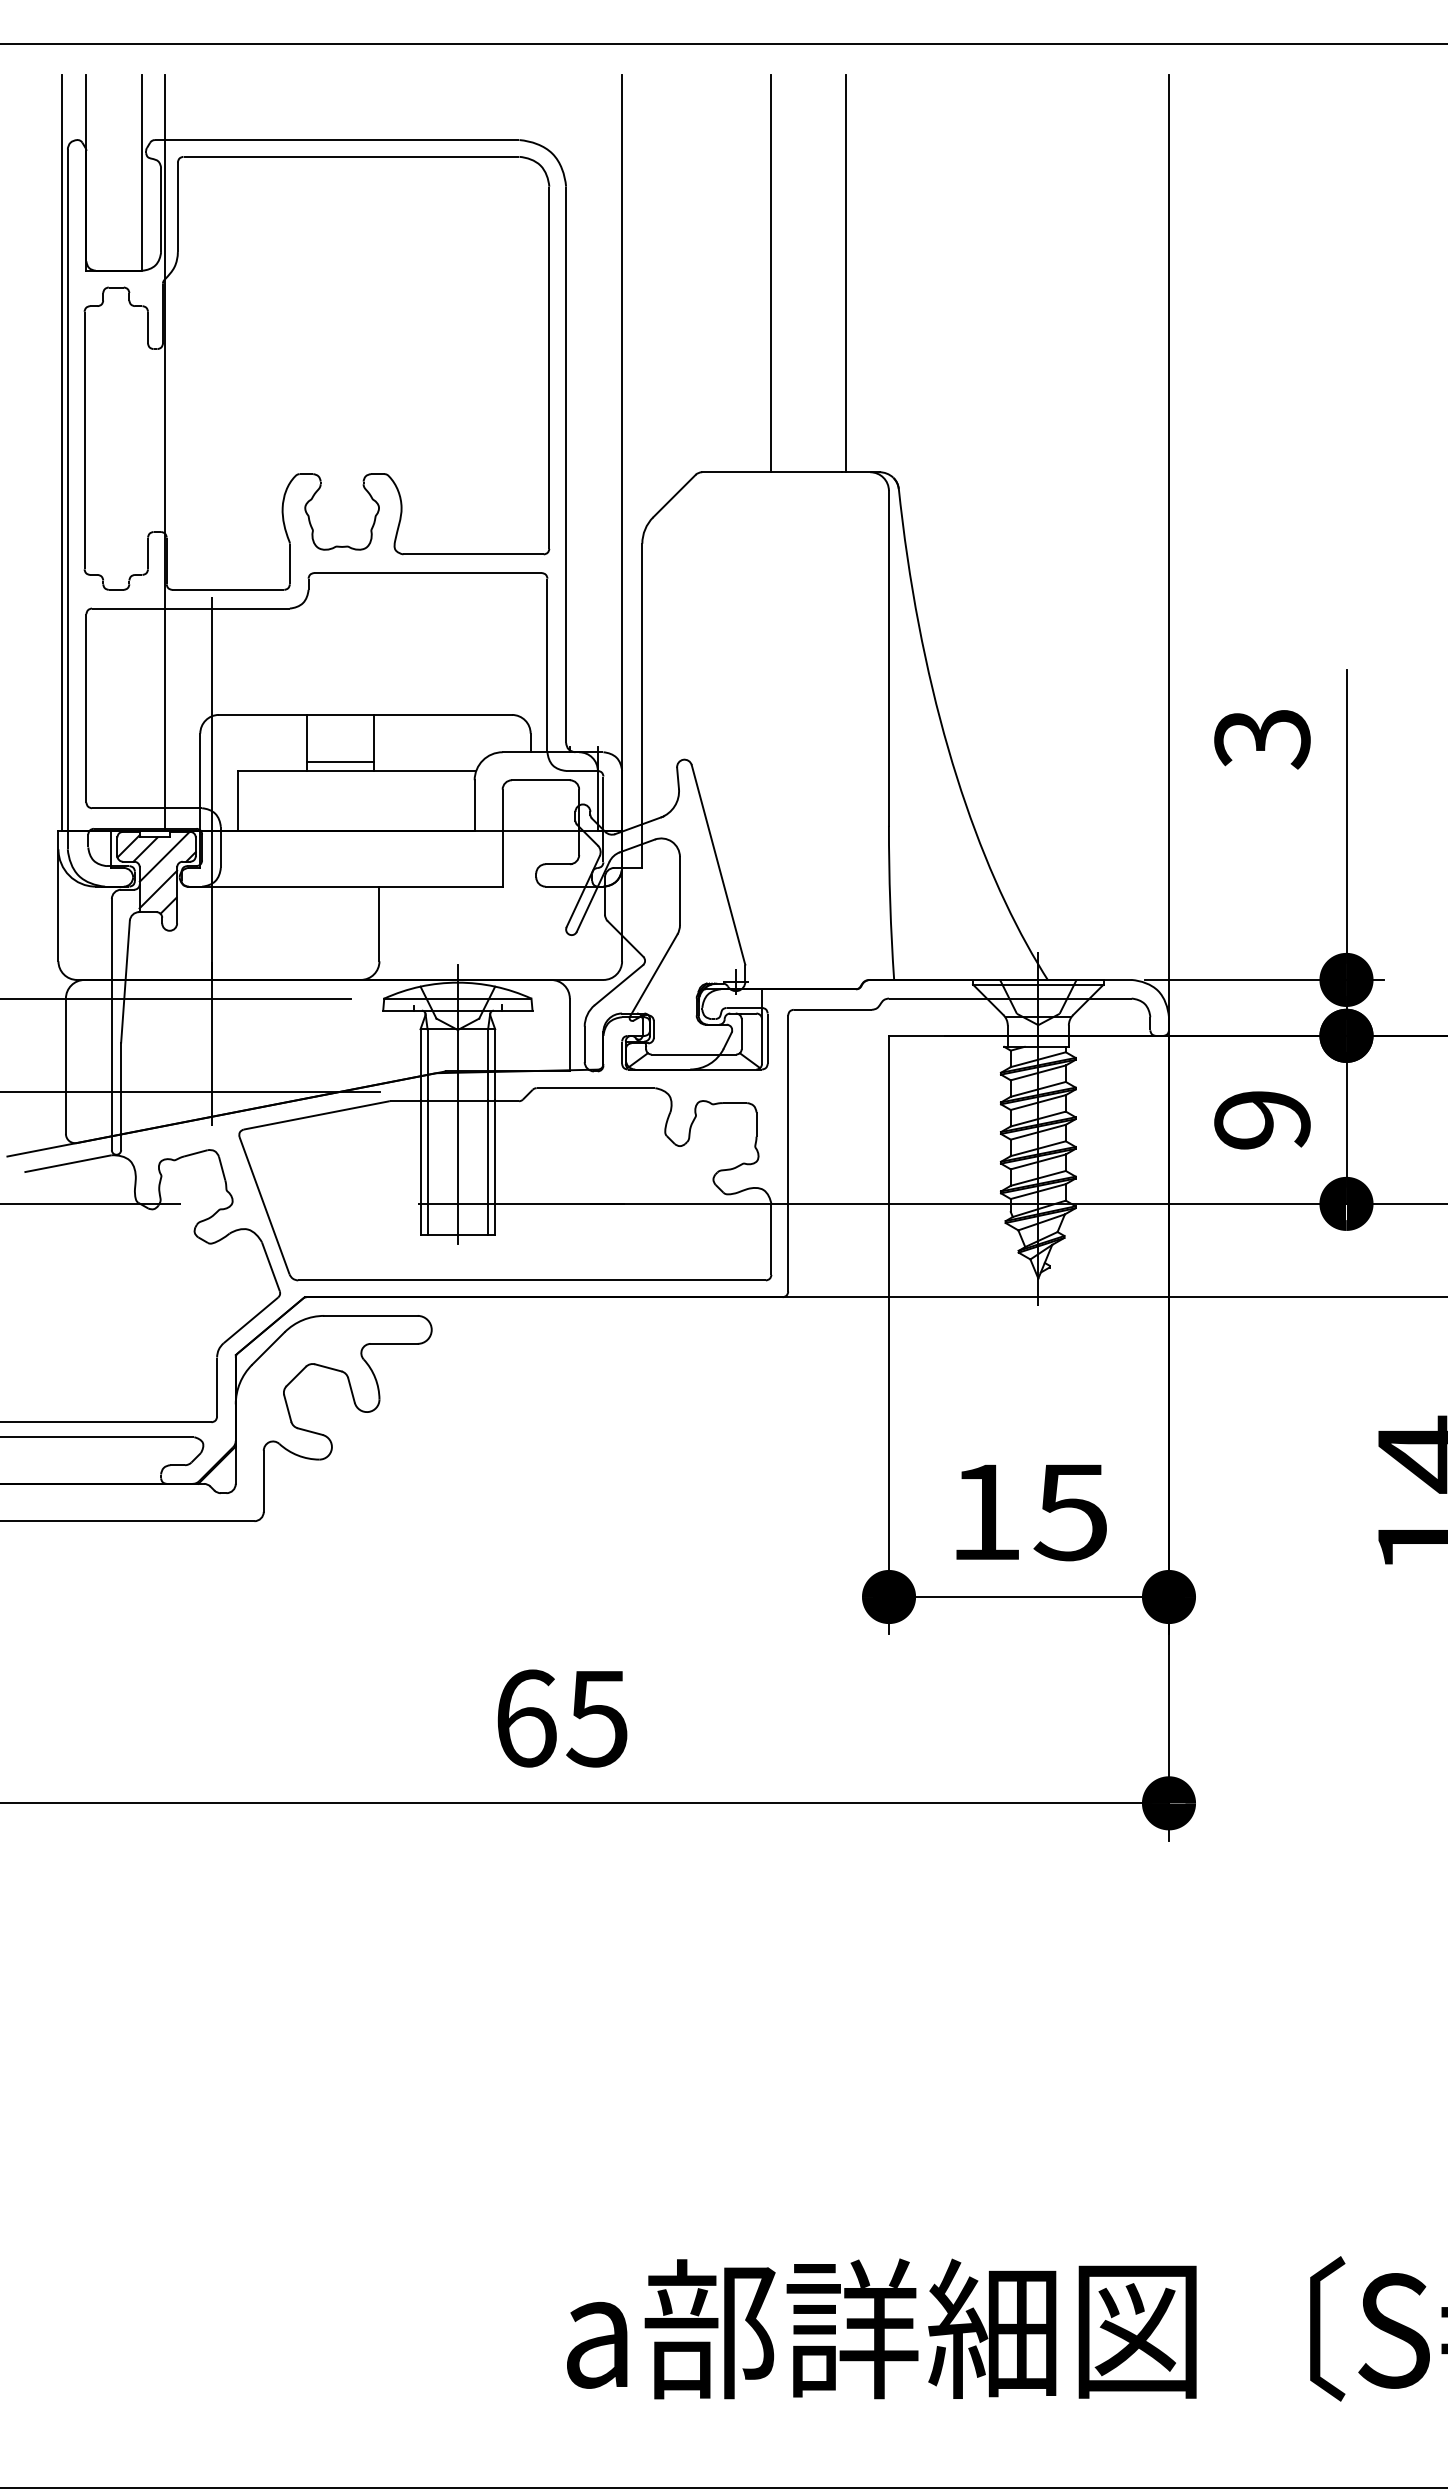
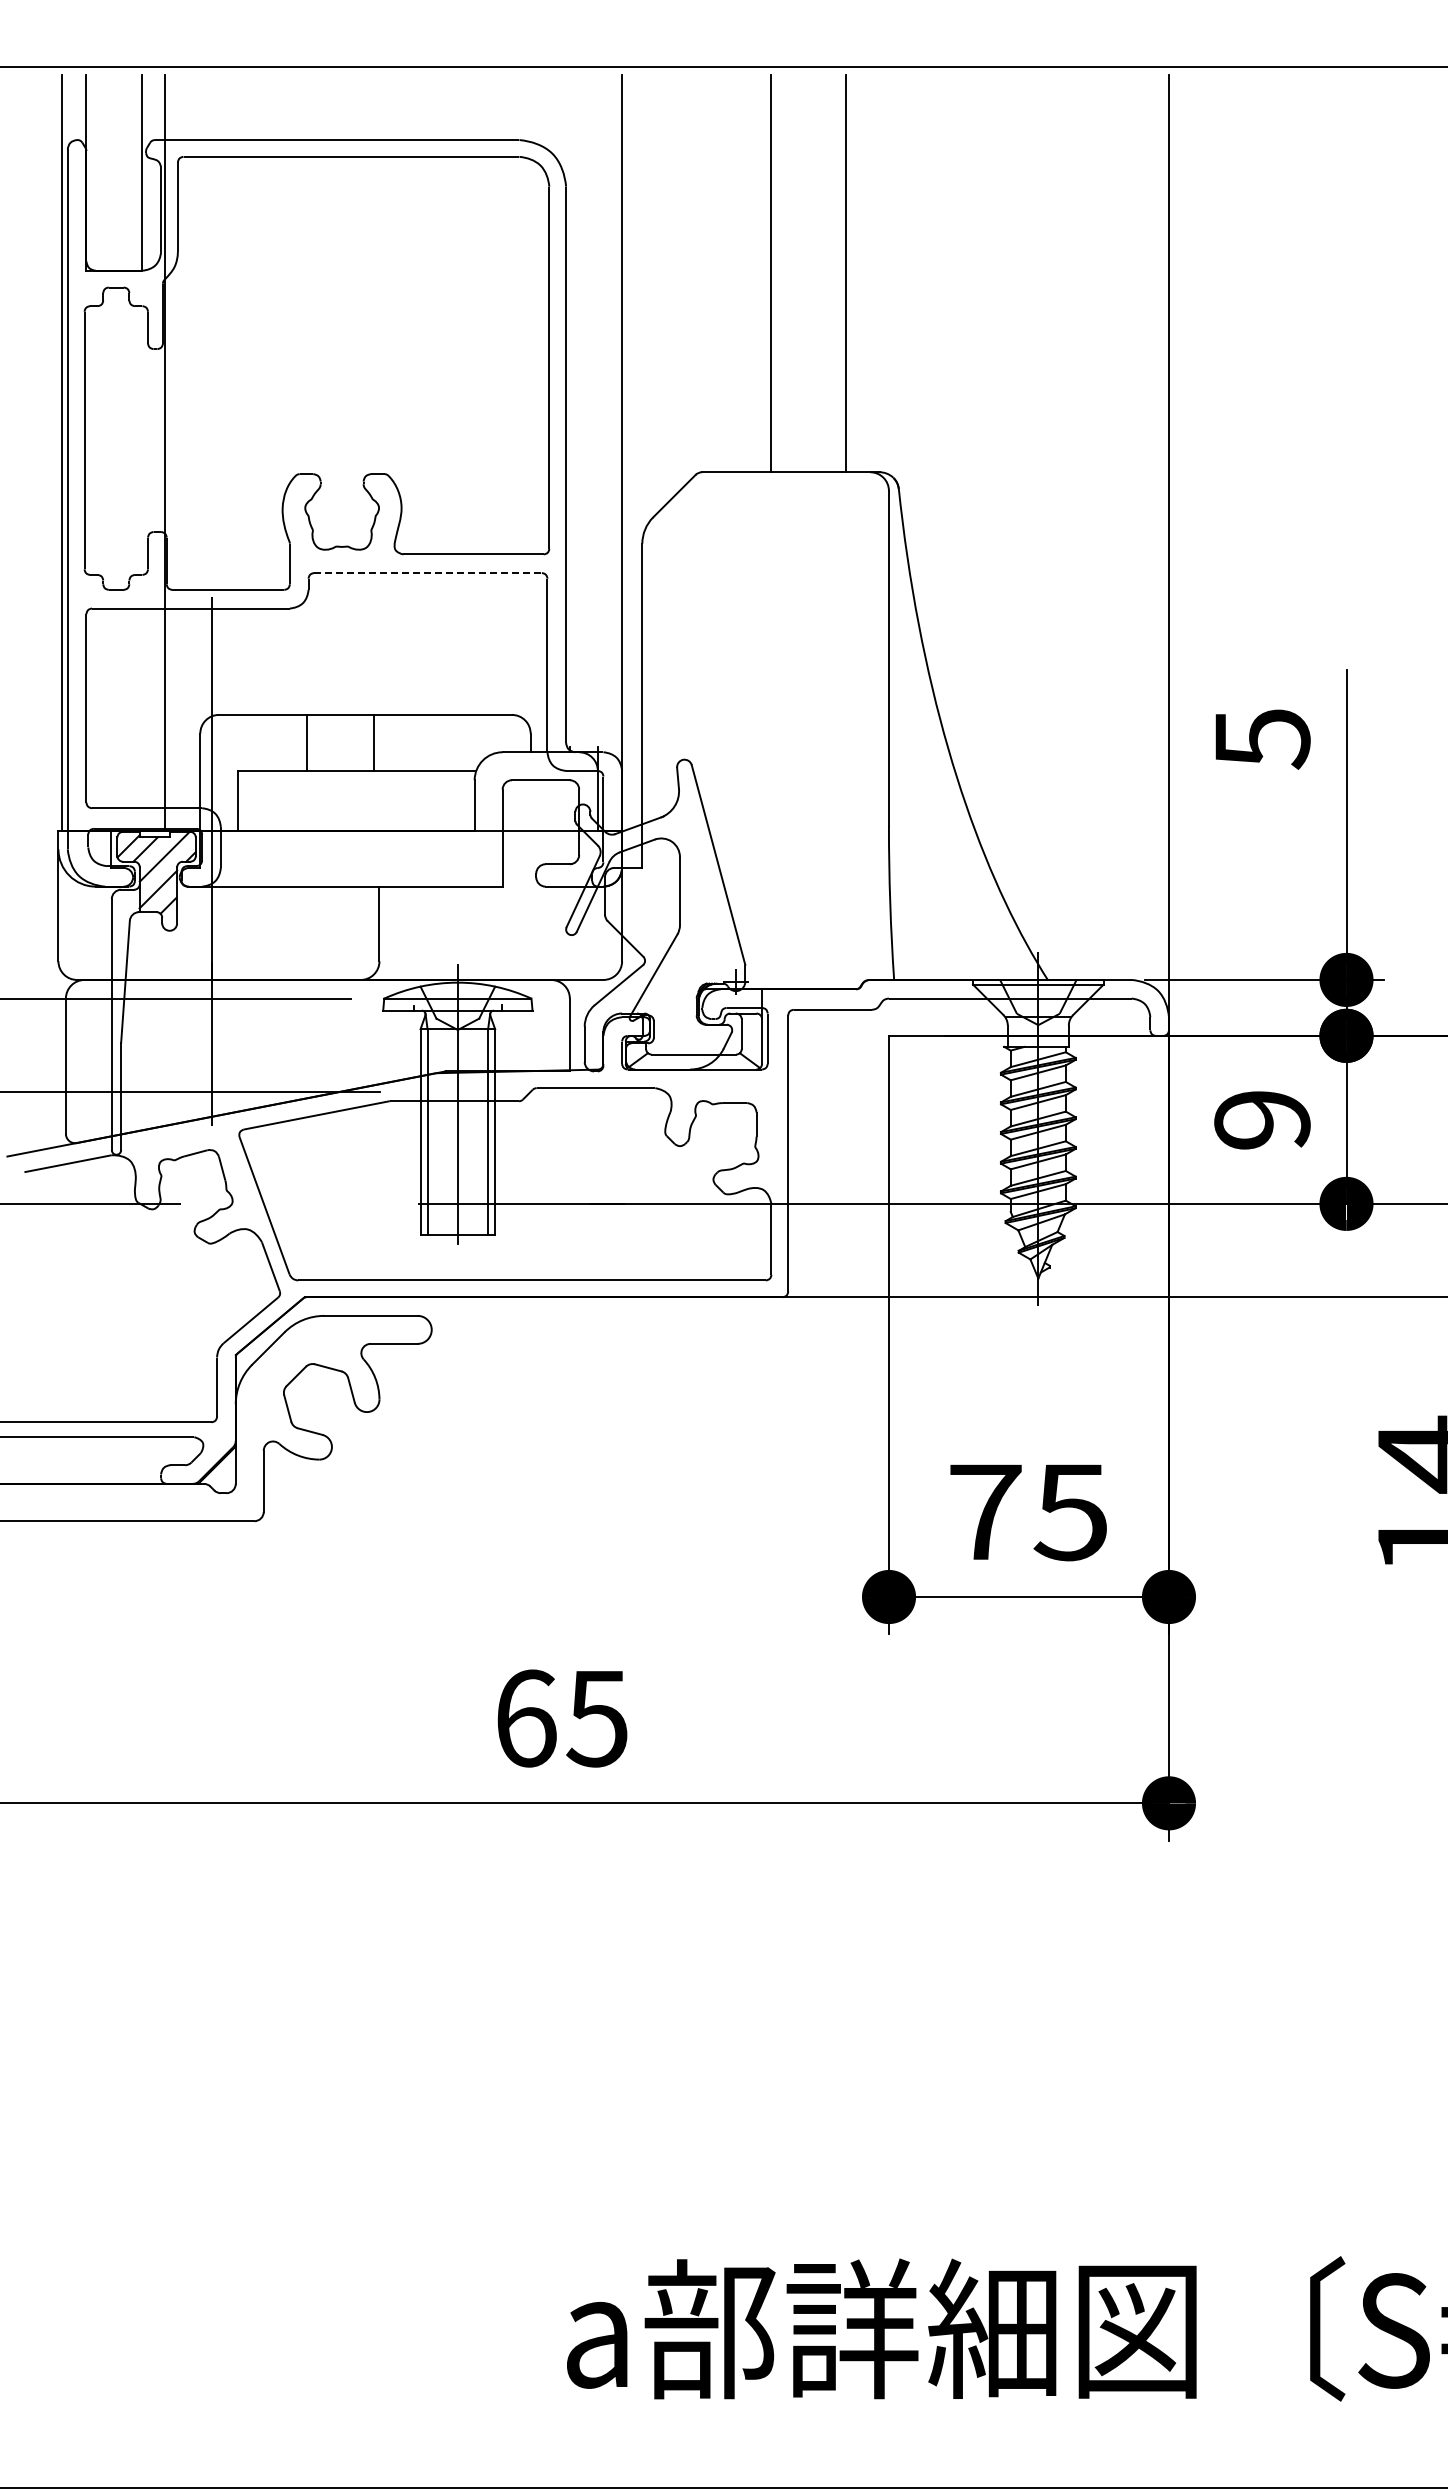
line at (723, 44) position: (723, 44) -> (723, 67)
line at (428, 573): solid -> dashed
text at (1262, 739): 3 -> 5
line at (339, 761): present -> none
text at (985, 1511): 15 -> 75
